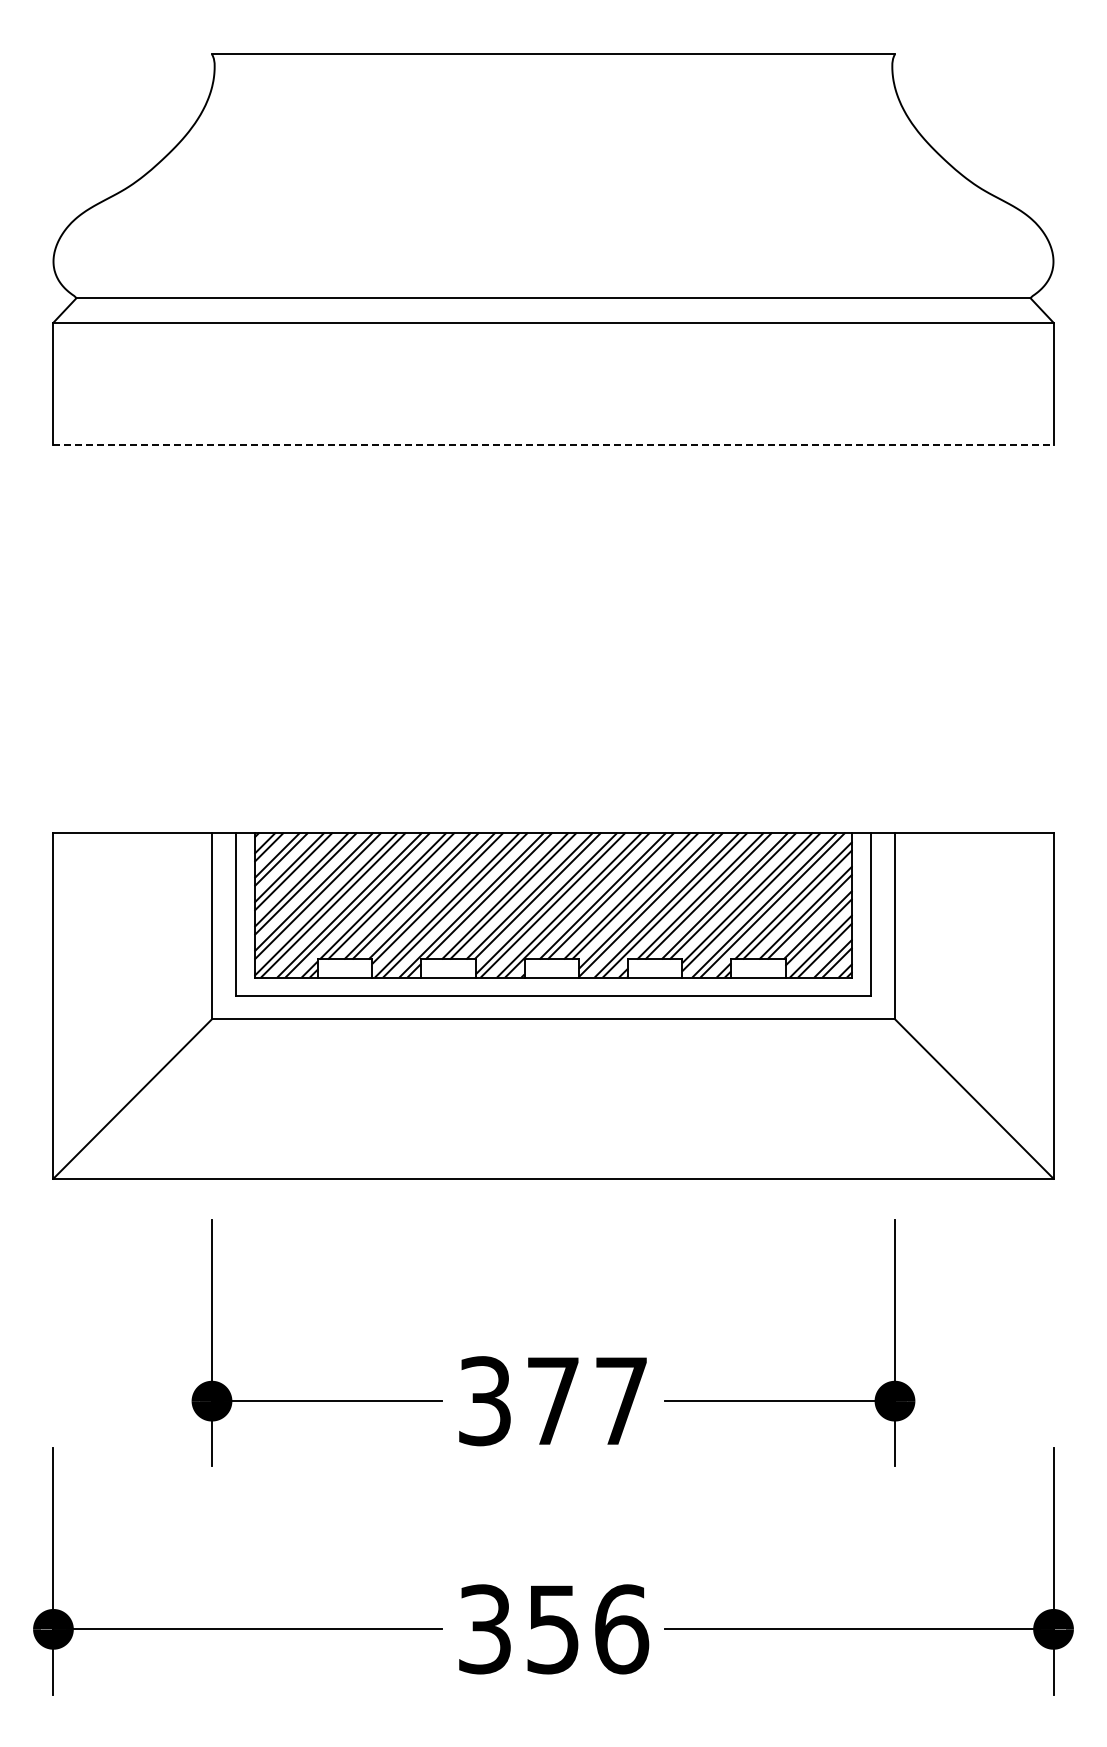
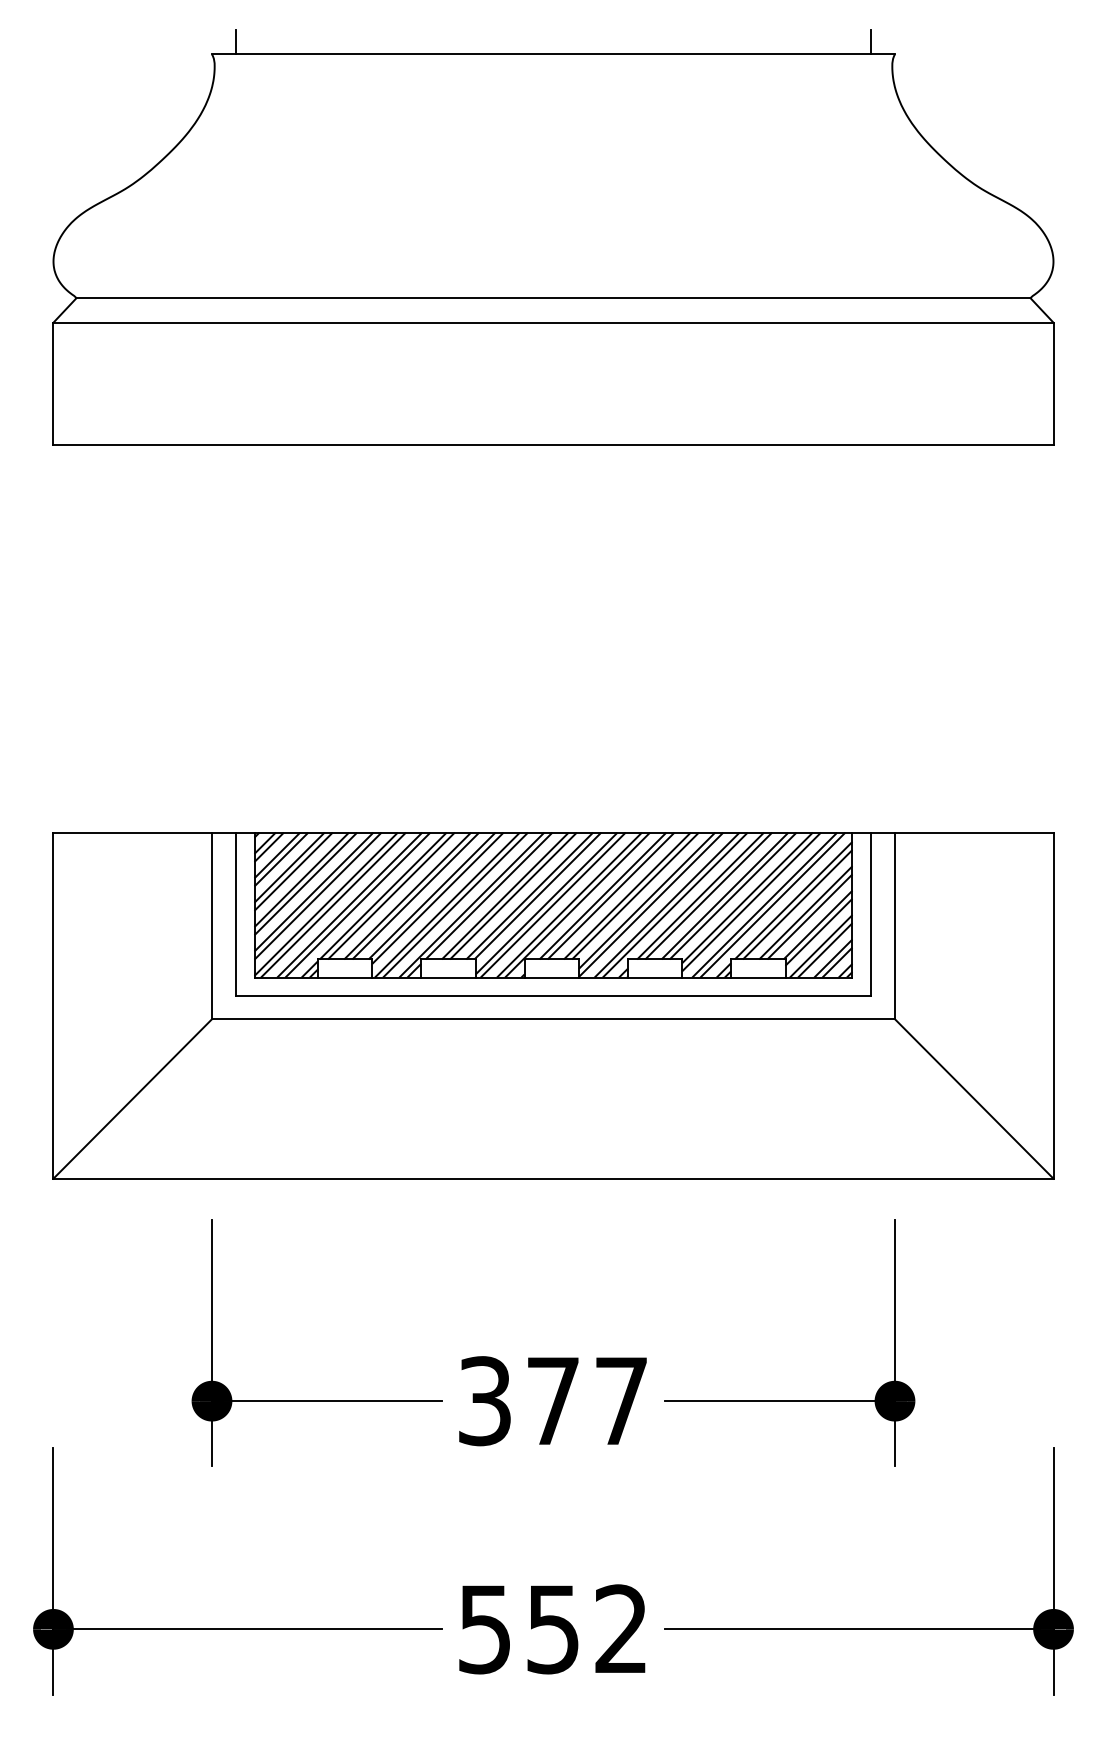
line at (236, 42): none -> present
line at (870, 42): none -> present
line at (553, 444): dashed -> solid
text at (554, 1629): 356 -> 552
